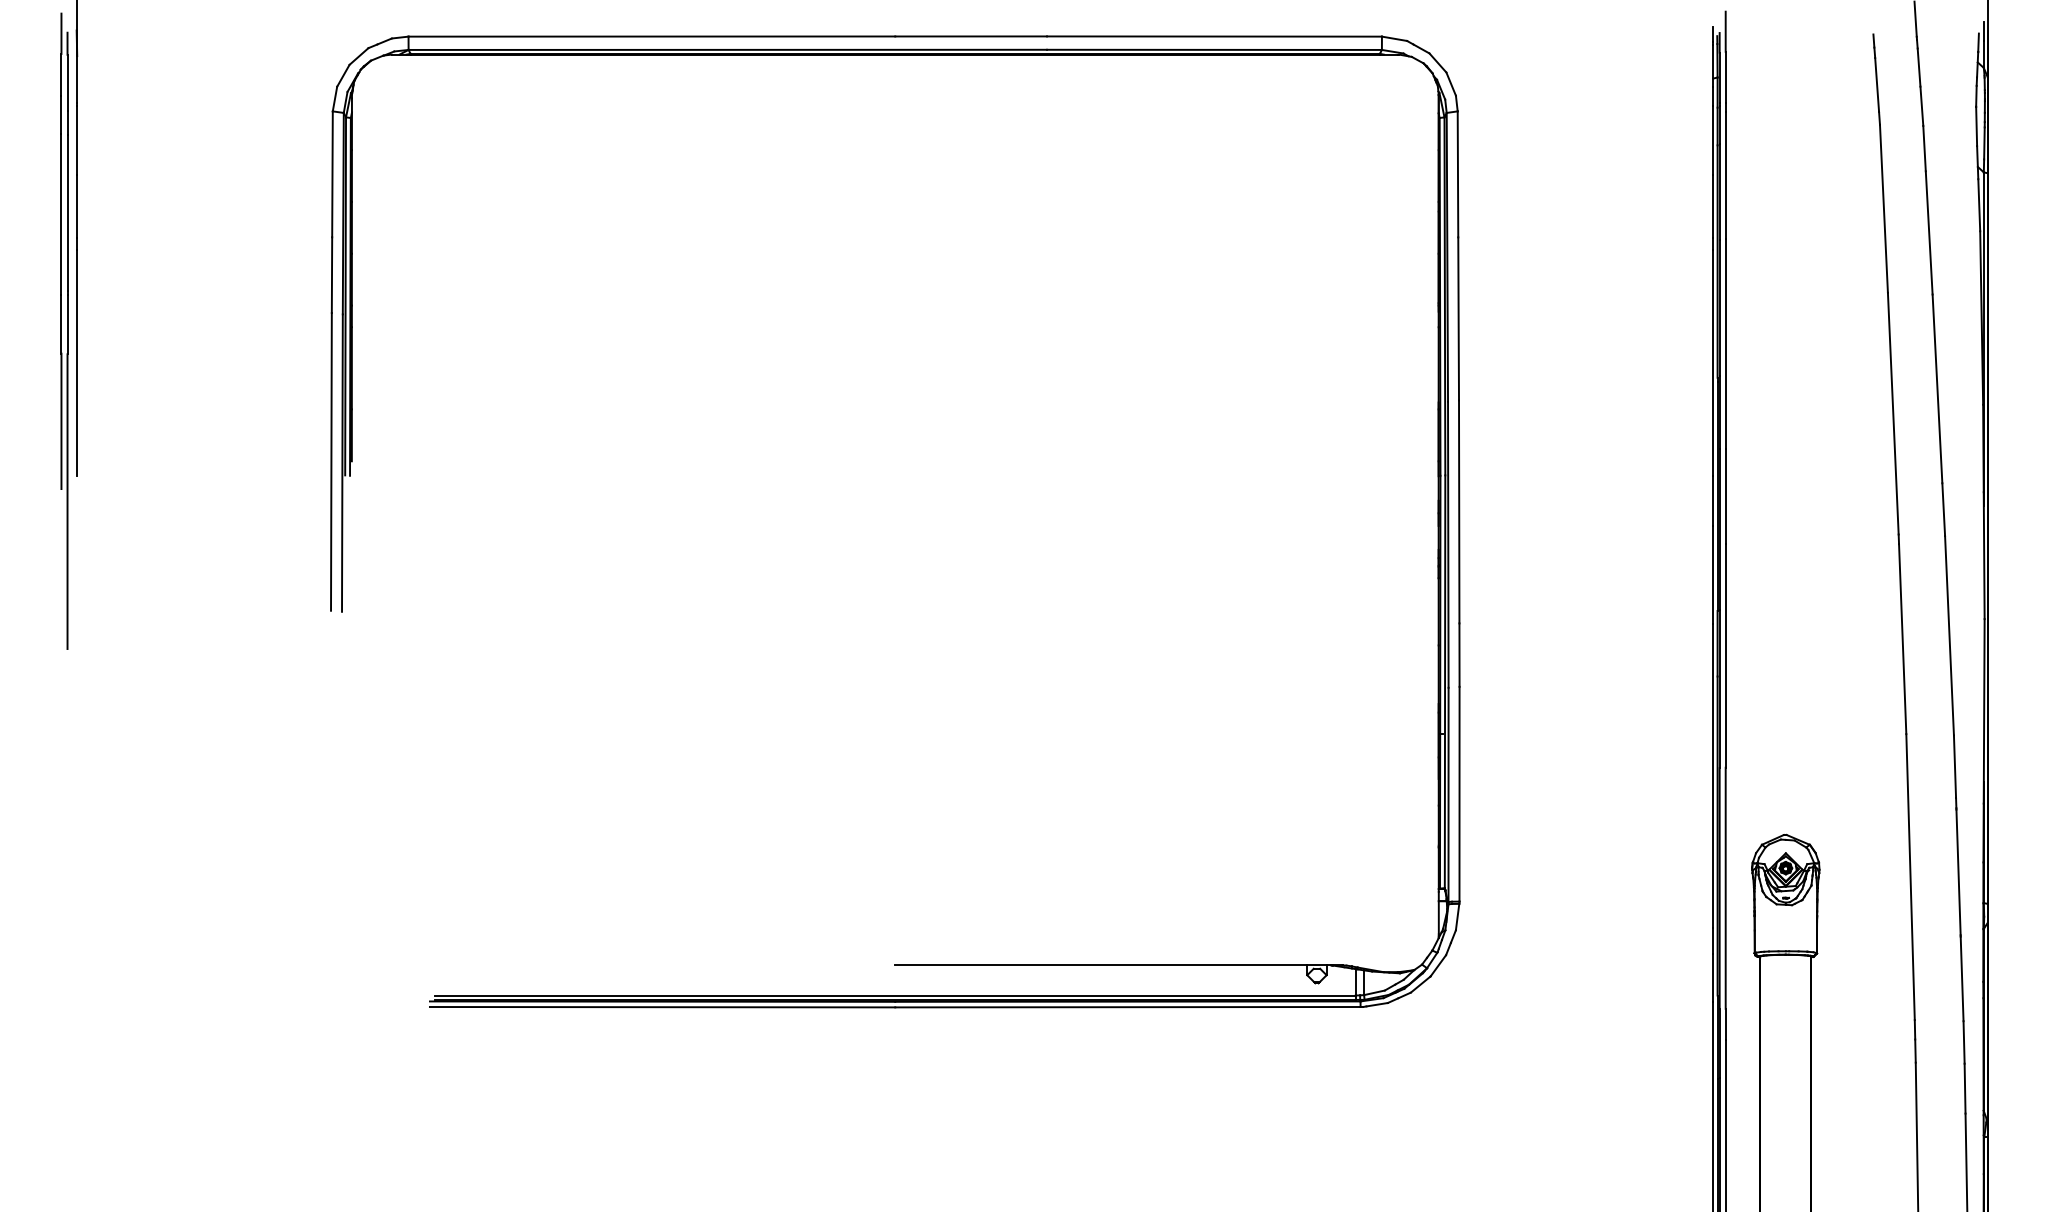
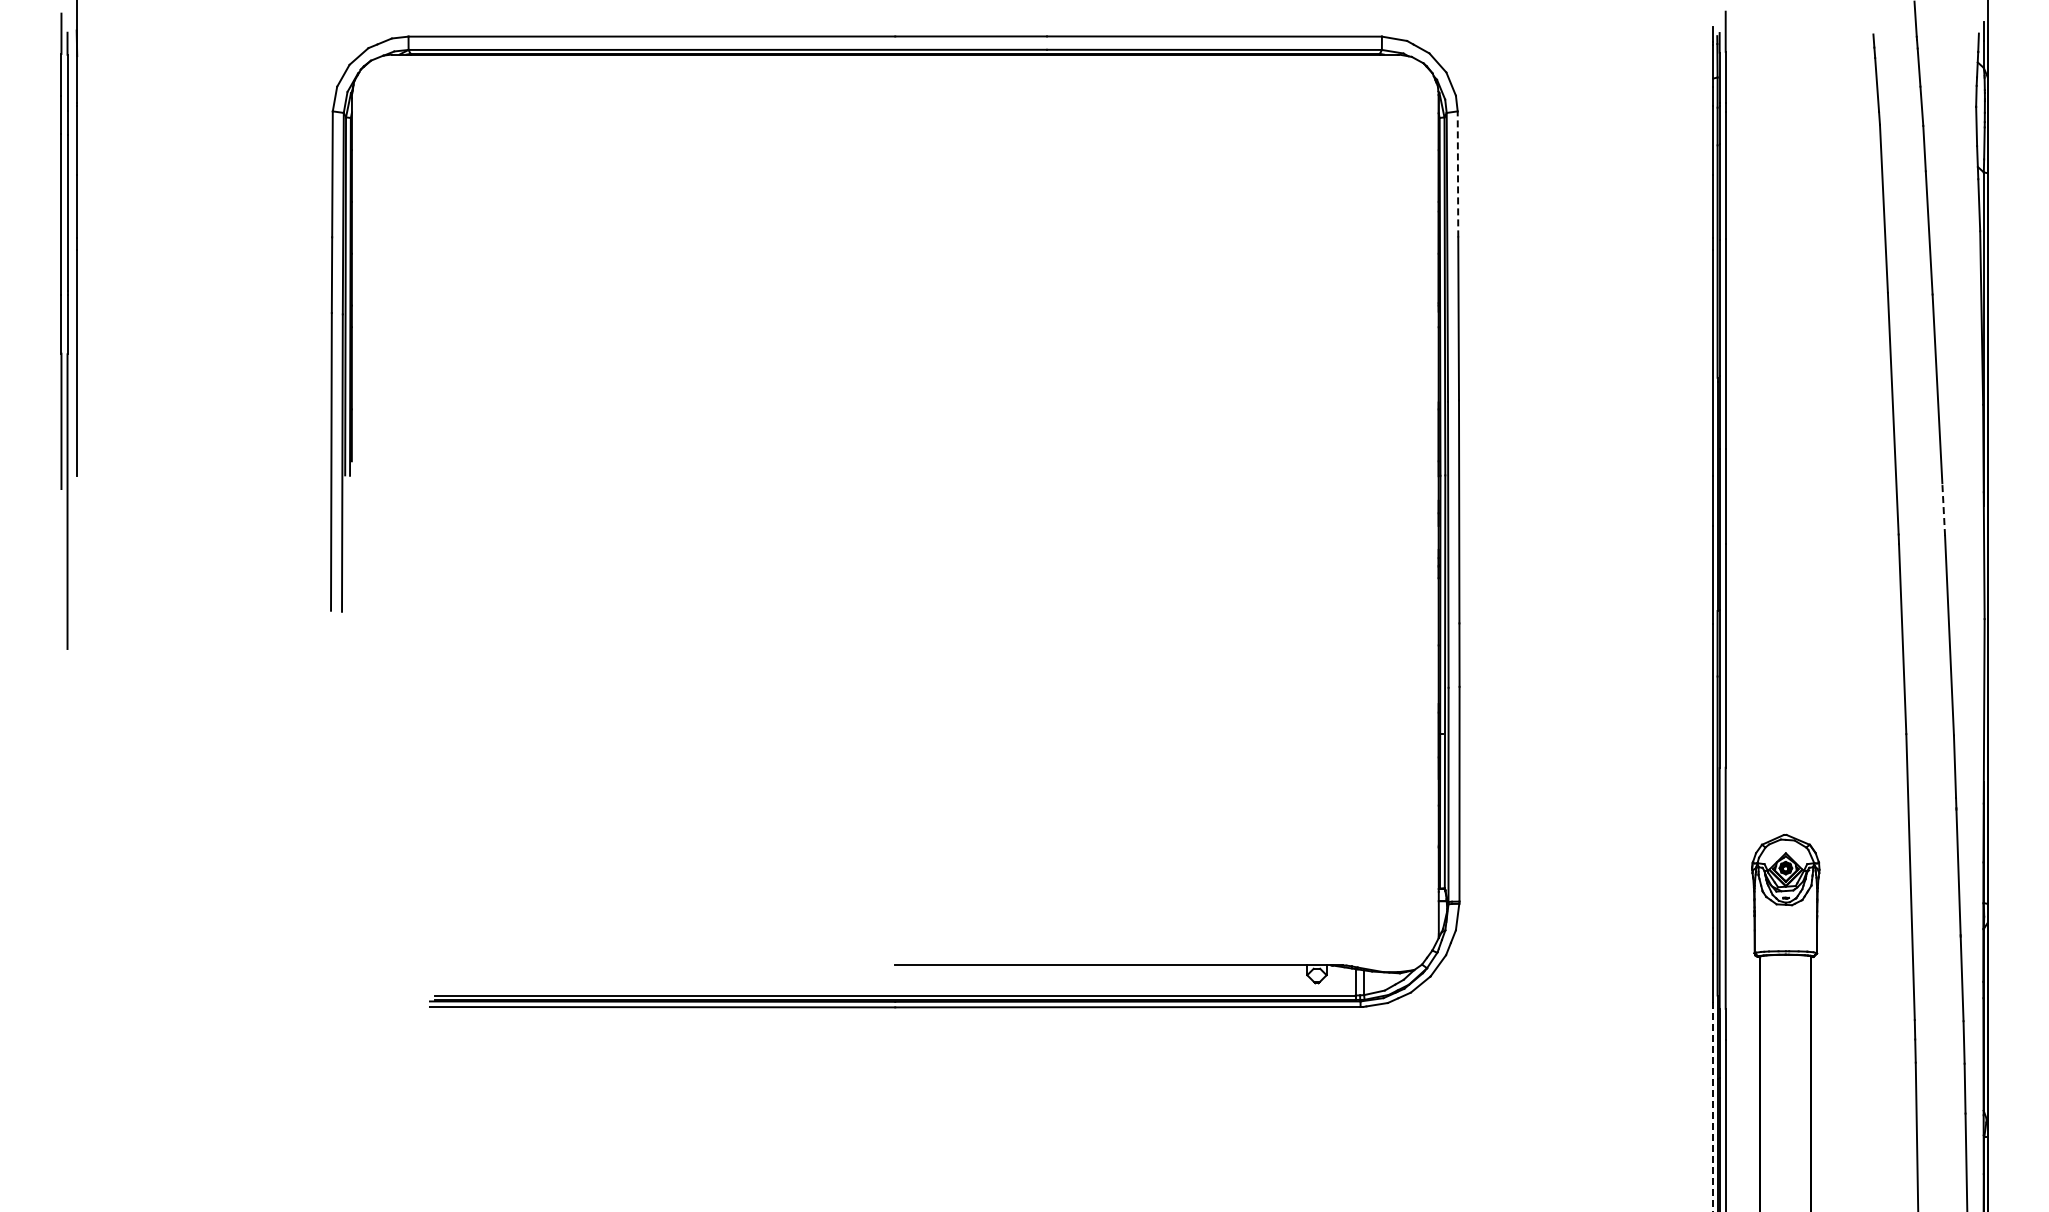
line at (1457, 173): solid -> dashed
line at (1943, 509): solid -> dashed
line at (1713, 1106): solid -> dashed
